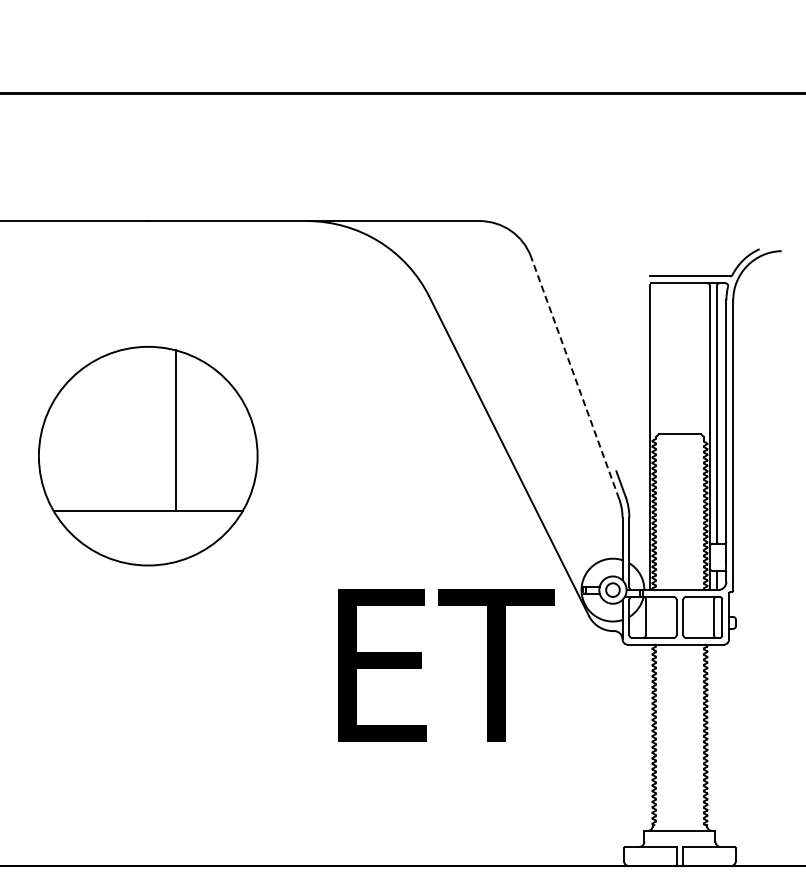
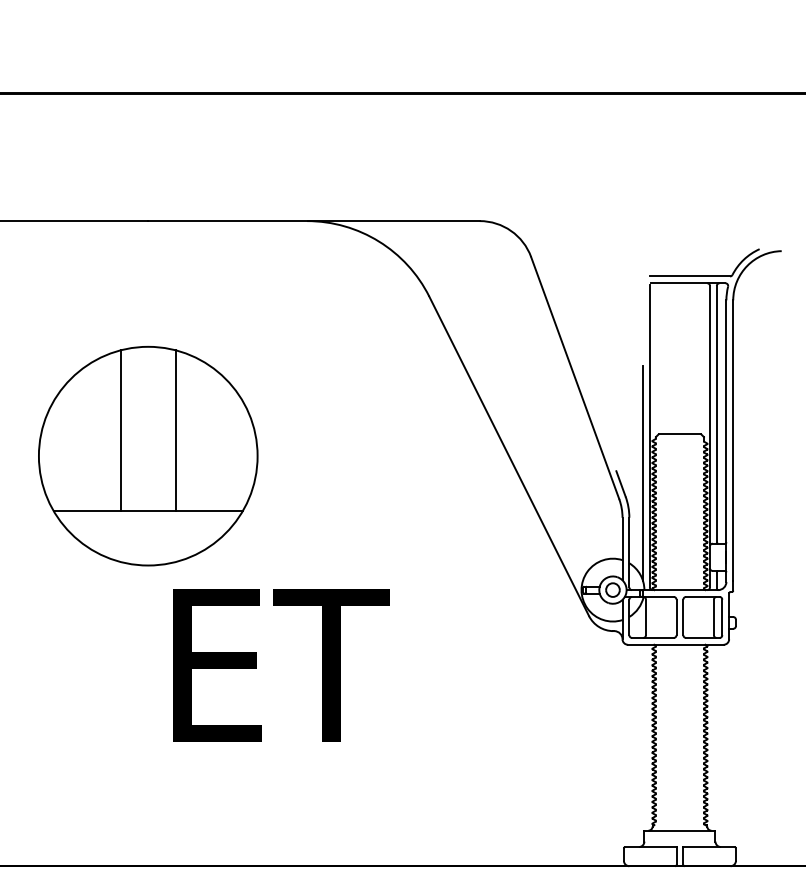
line at (575, 378): dashed -> solid
line at (120, 430): none -> present
line at (643, 472): none -> present
text at (446, 665) position: (446, 665) -> (281, 665)
